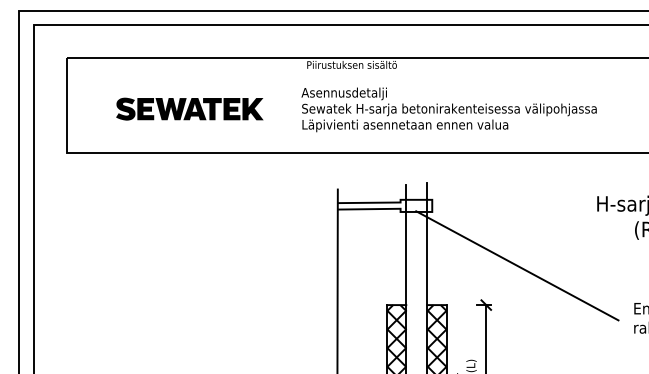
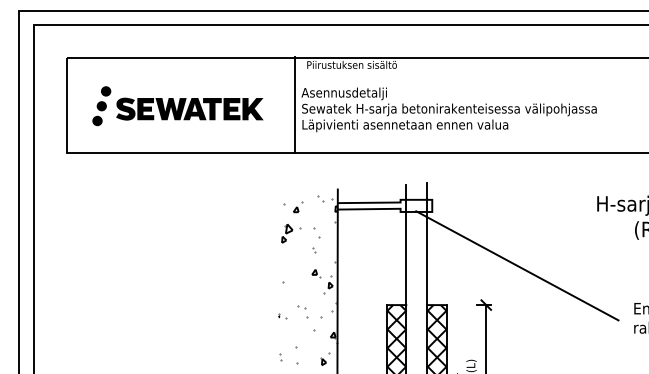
line at (294, 105): none -> present
part at (101, 106): none -> present
hatch at (307, 280): none -> present
